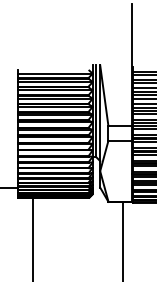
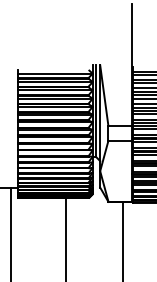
line at (11, 232): none -> present
line at (32, 238) position: (32, 238) -> (65, 238)
